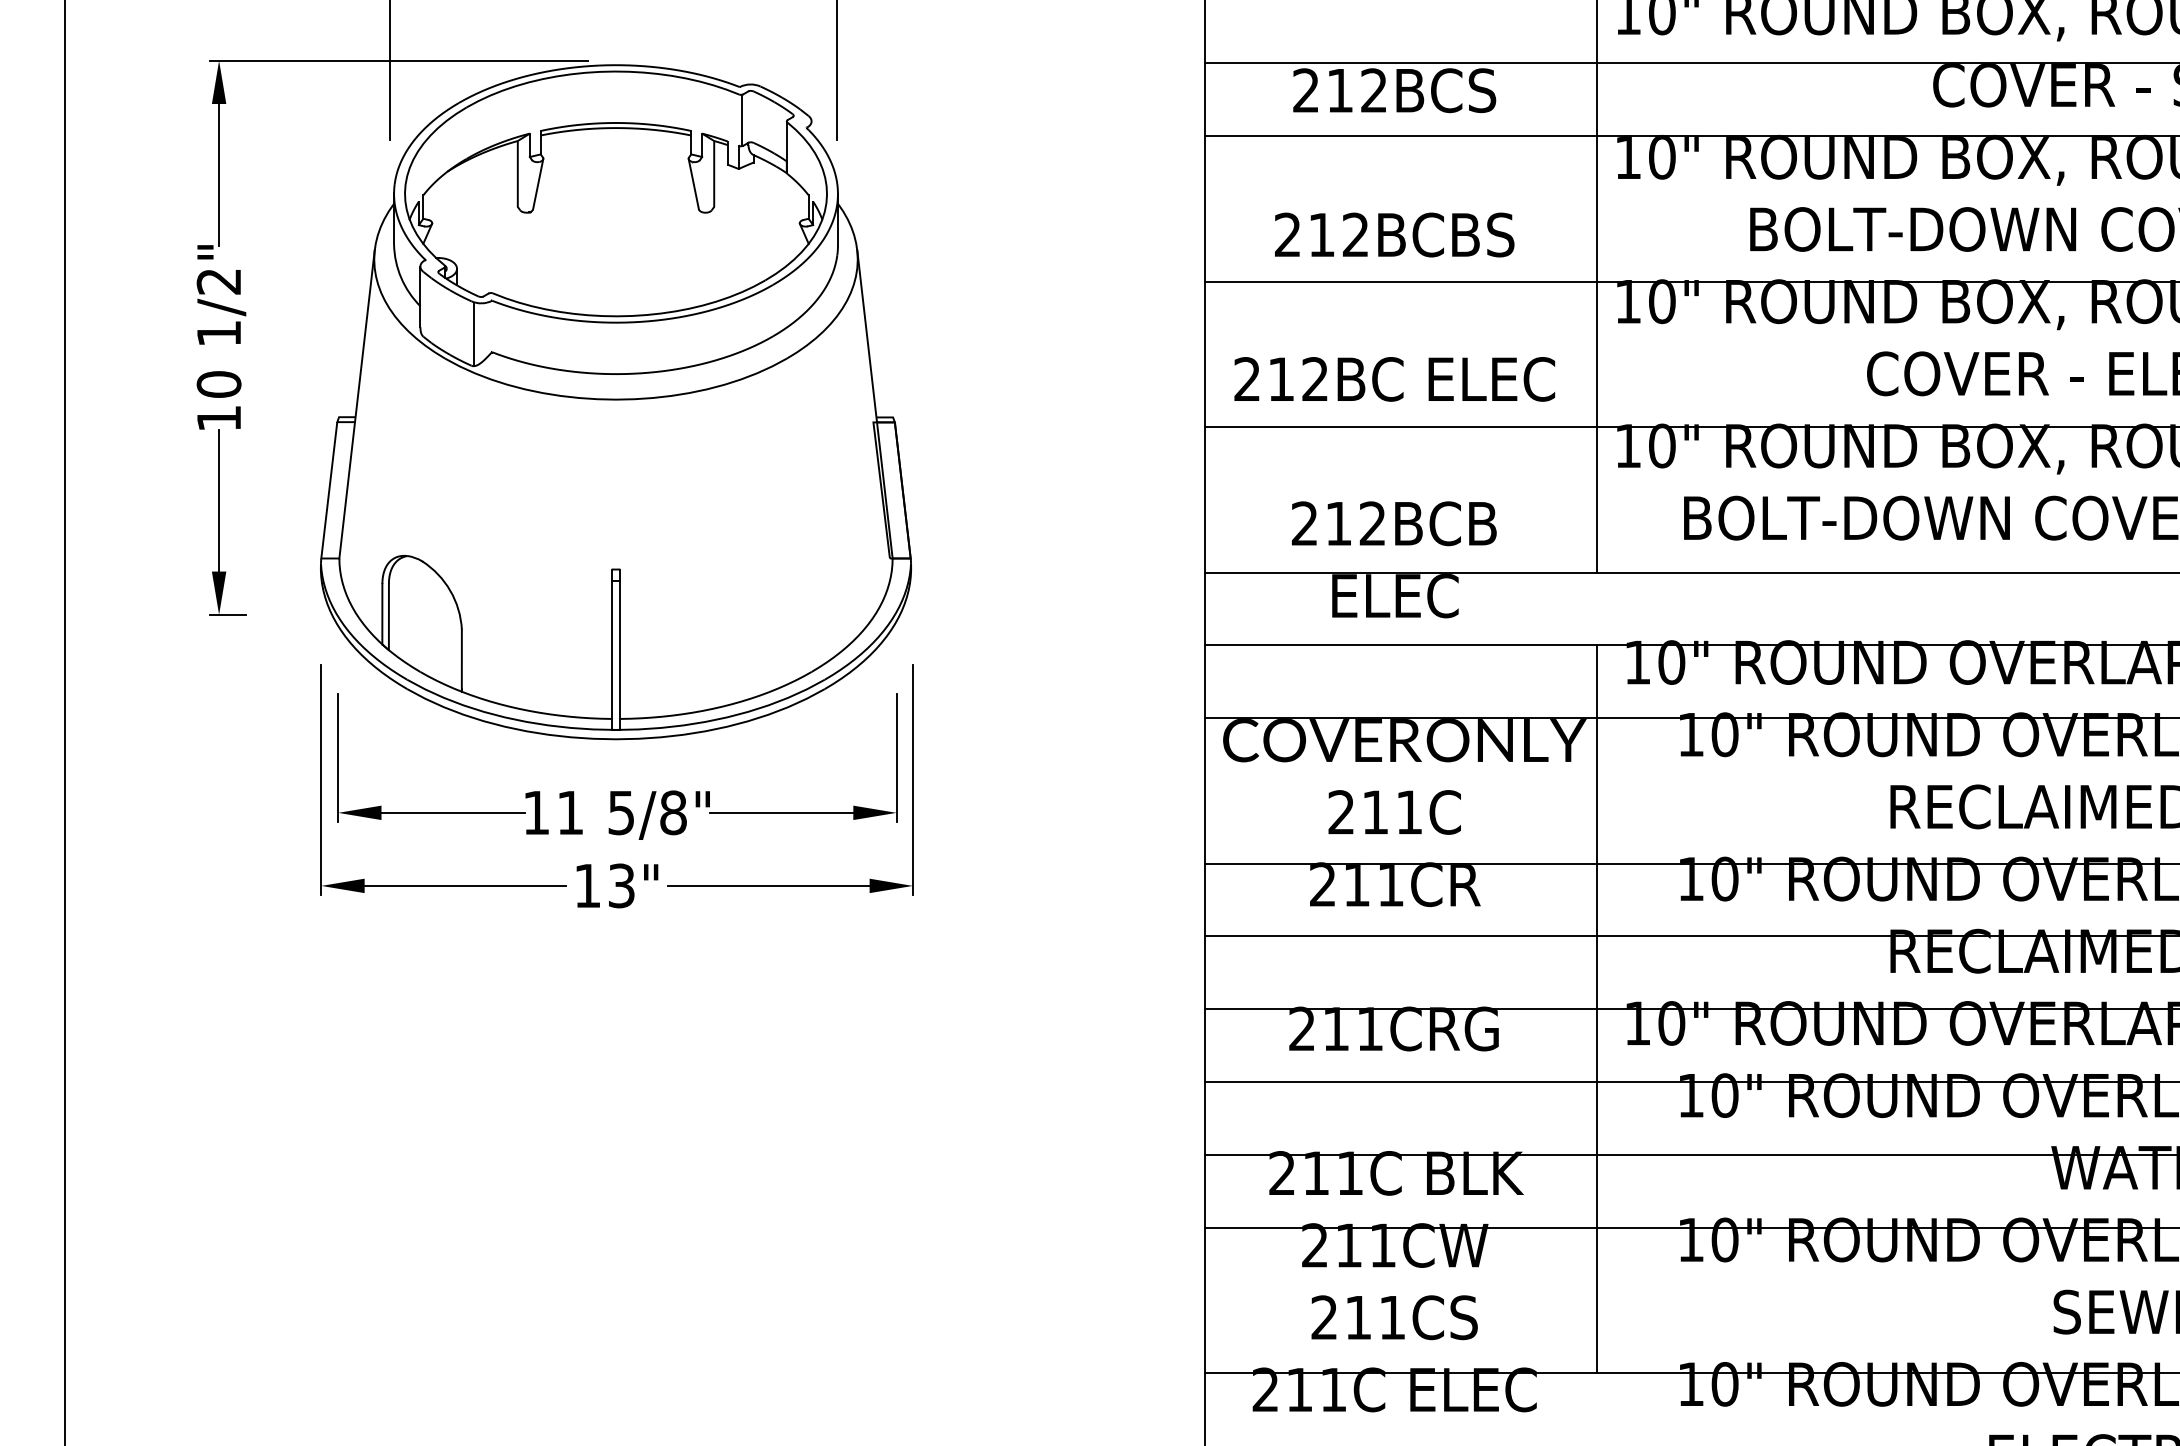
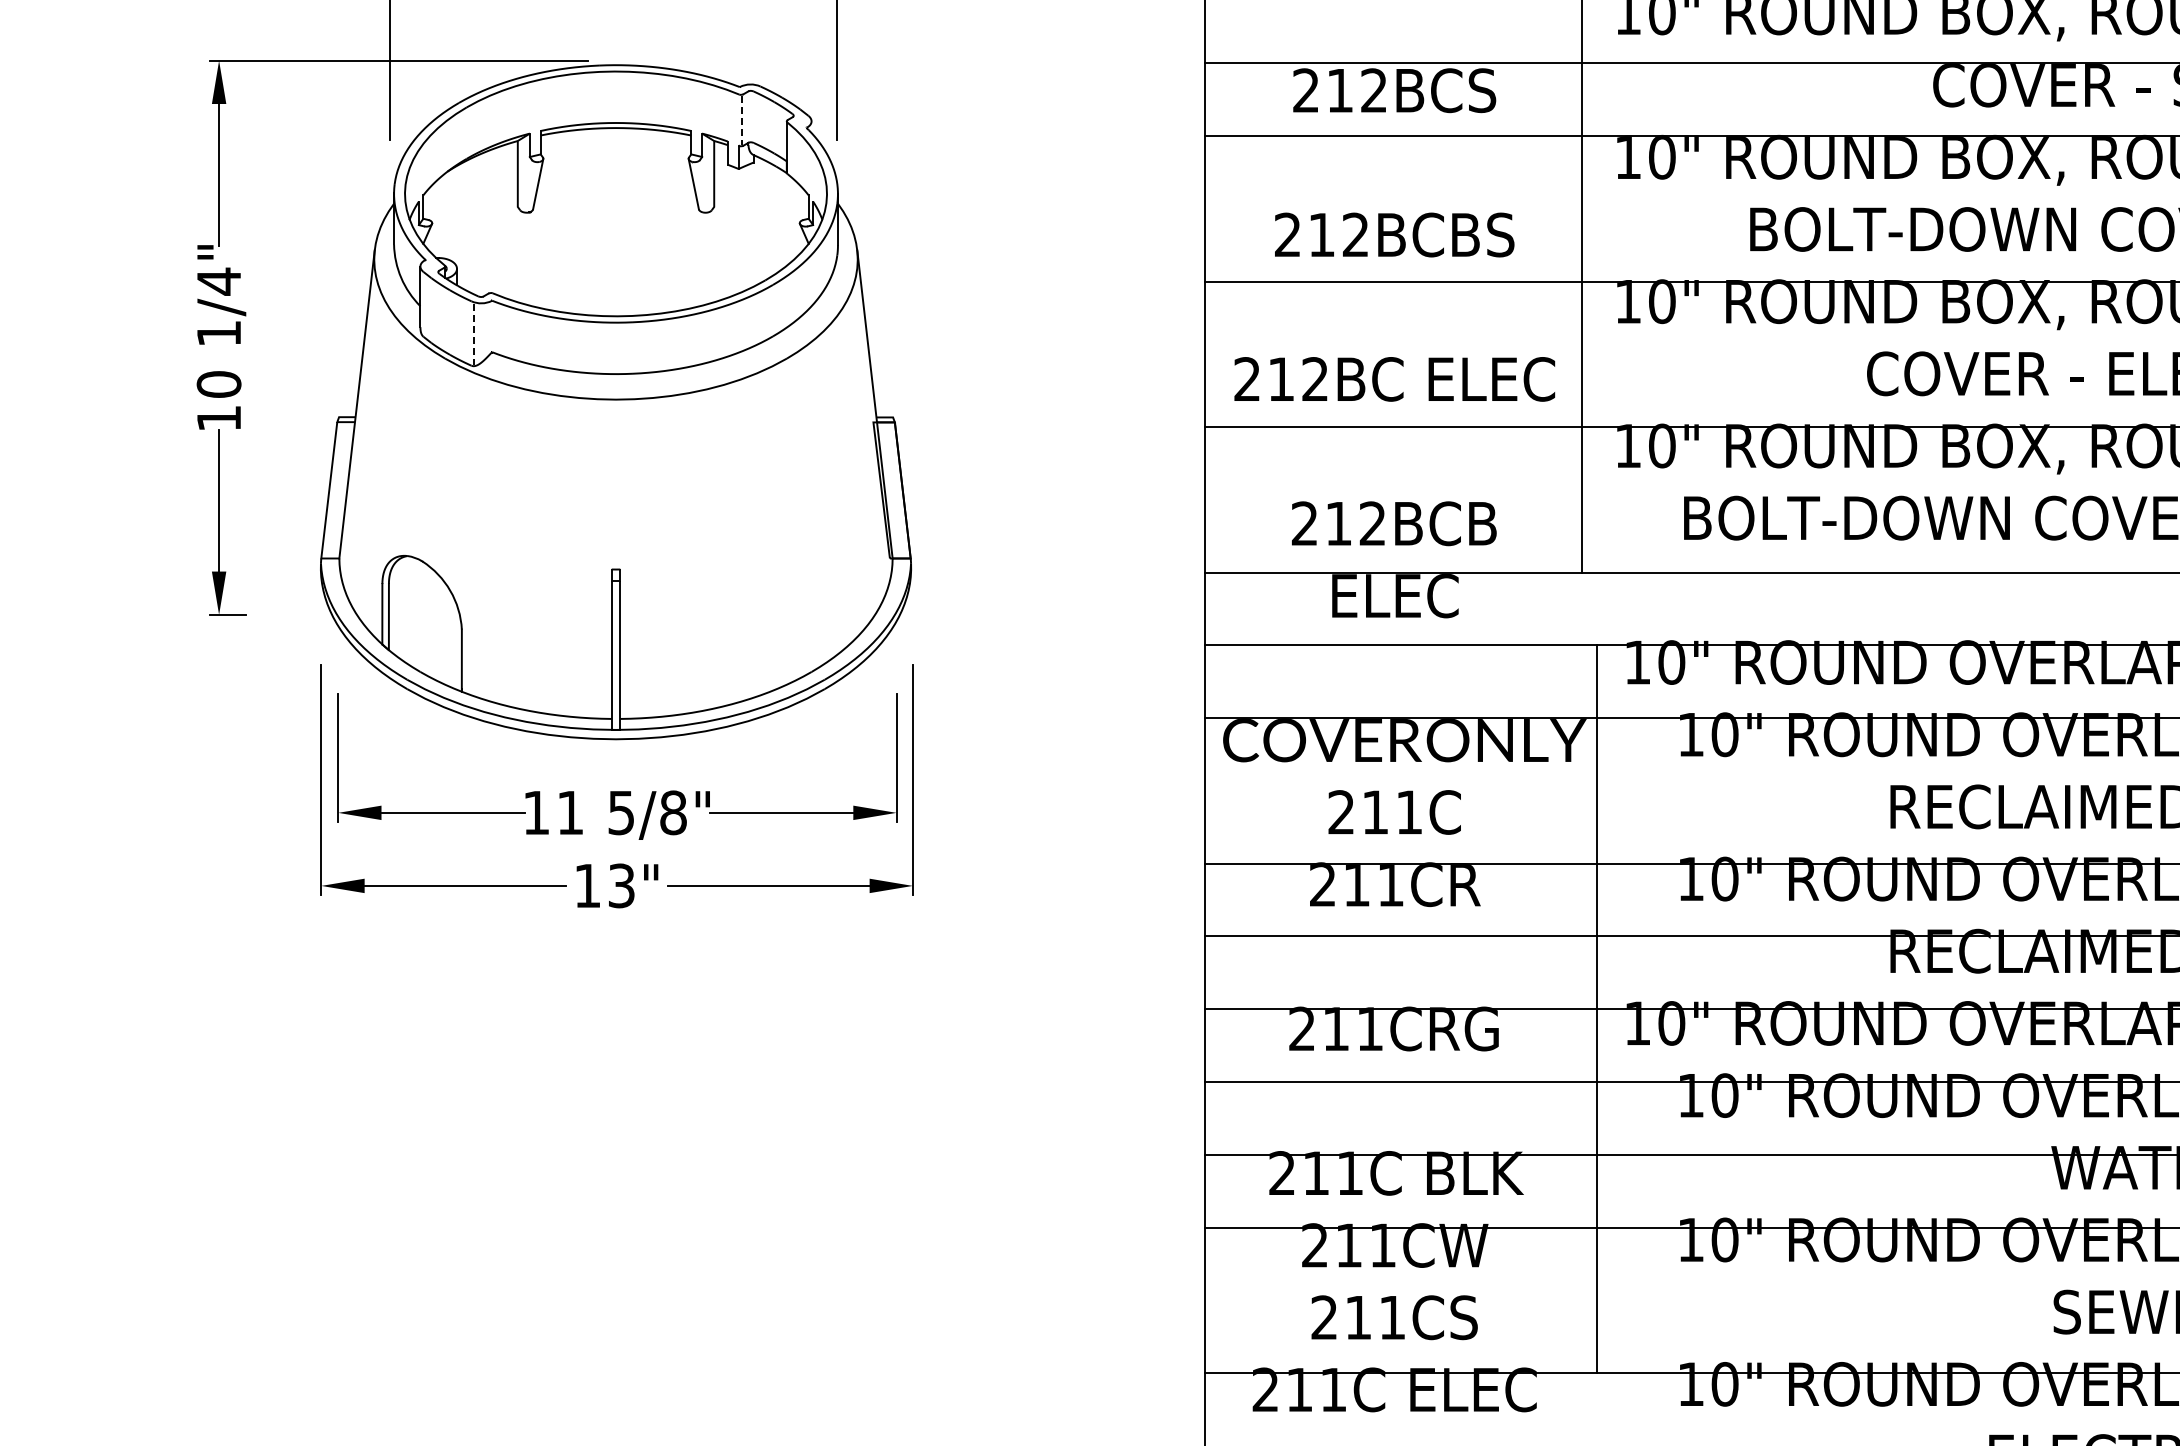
line at (741, 120): solid -> dashed
text at (218, 281): 1/2" -> 1/4"
line at (1597, 287) position: (1597, 287) -> (1582, 287)
line at (474, 335): solid -> dashed
line at (65, 722): present -> none
